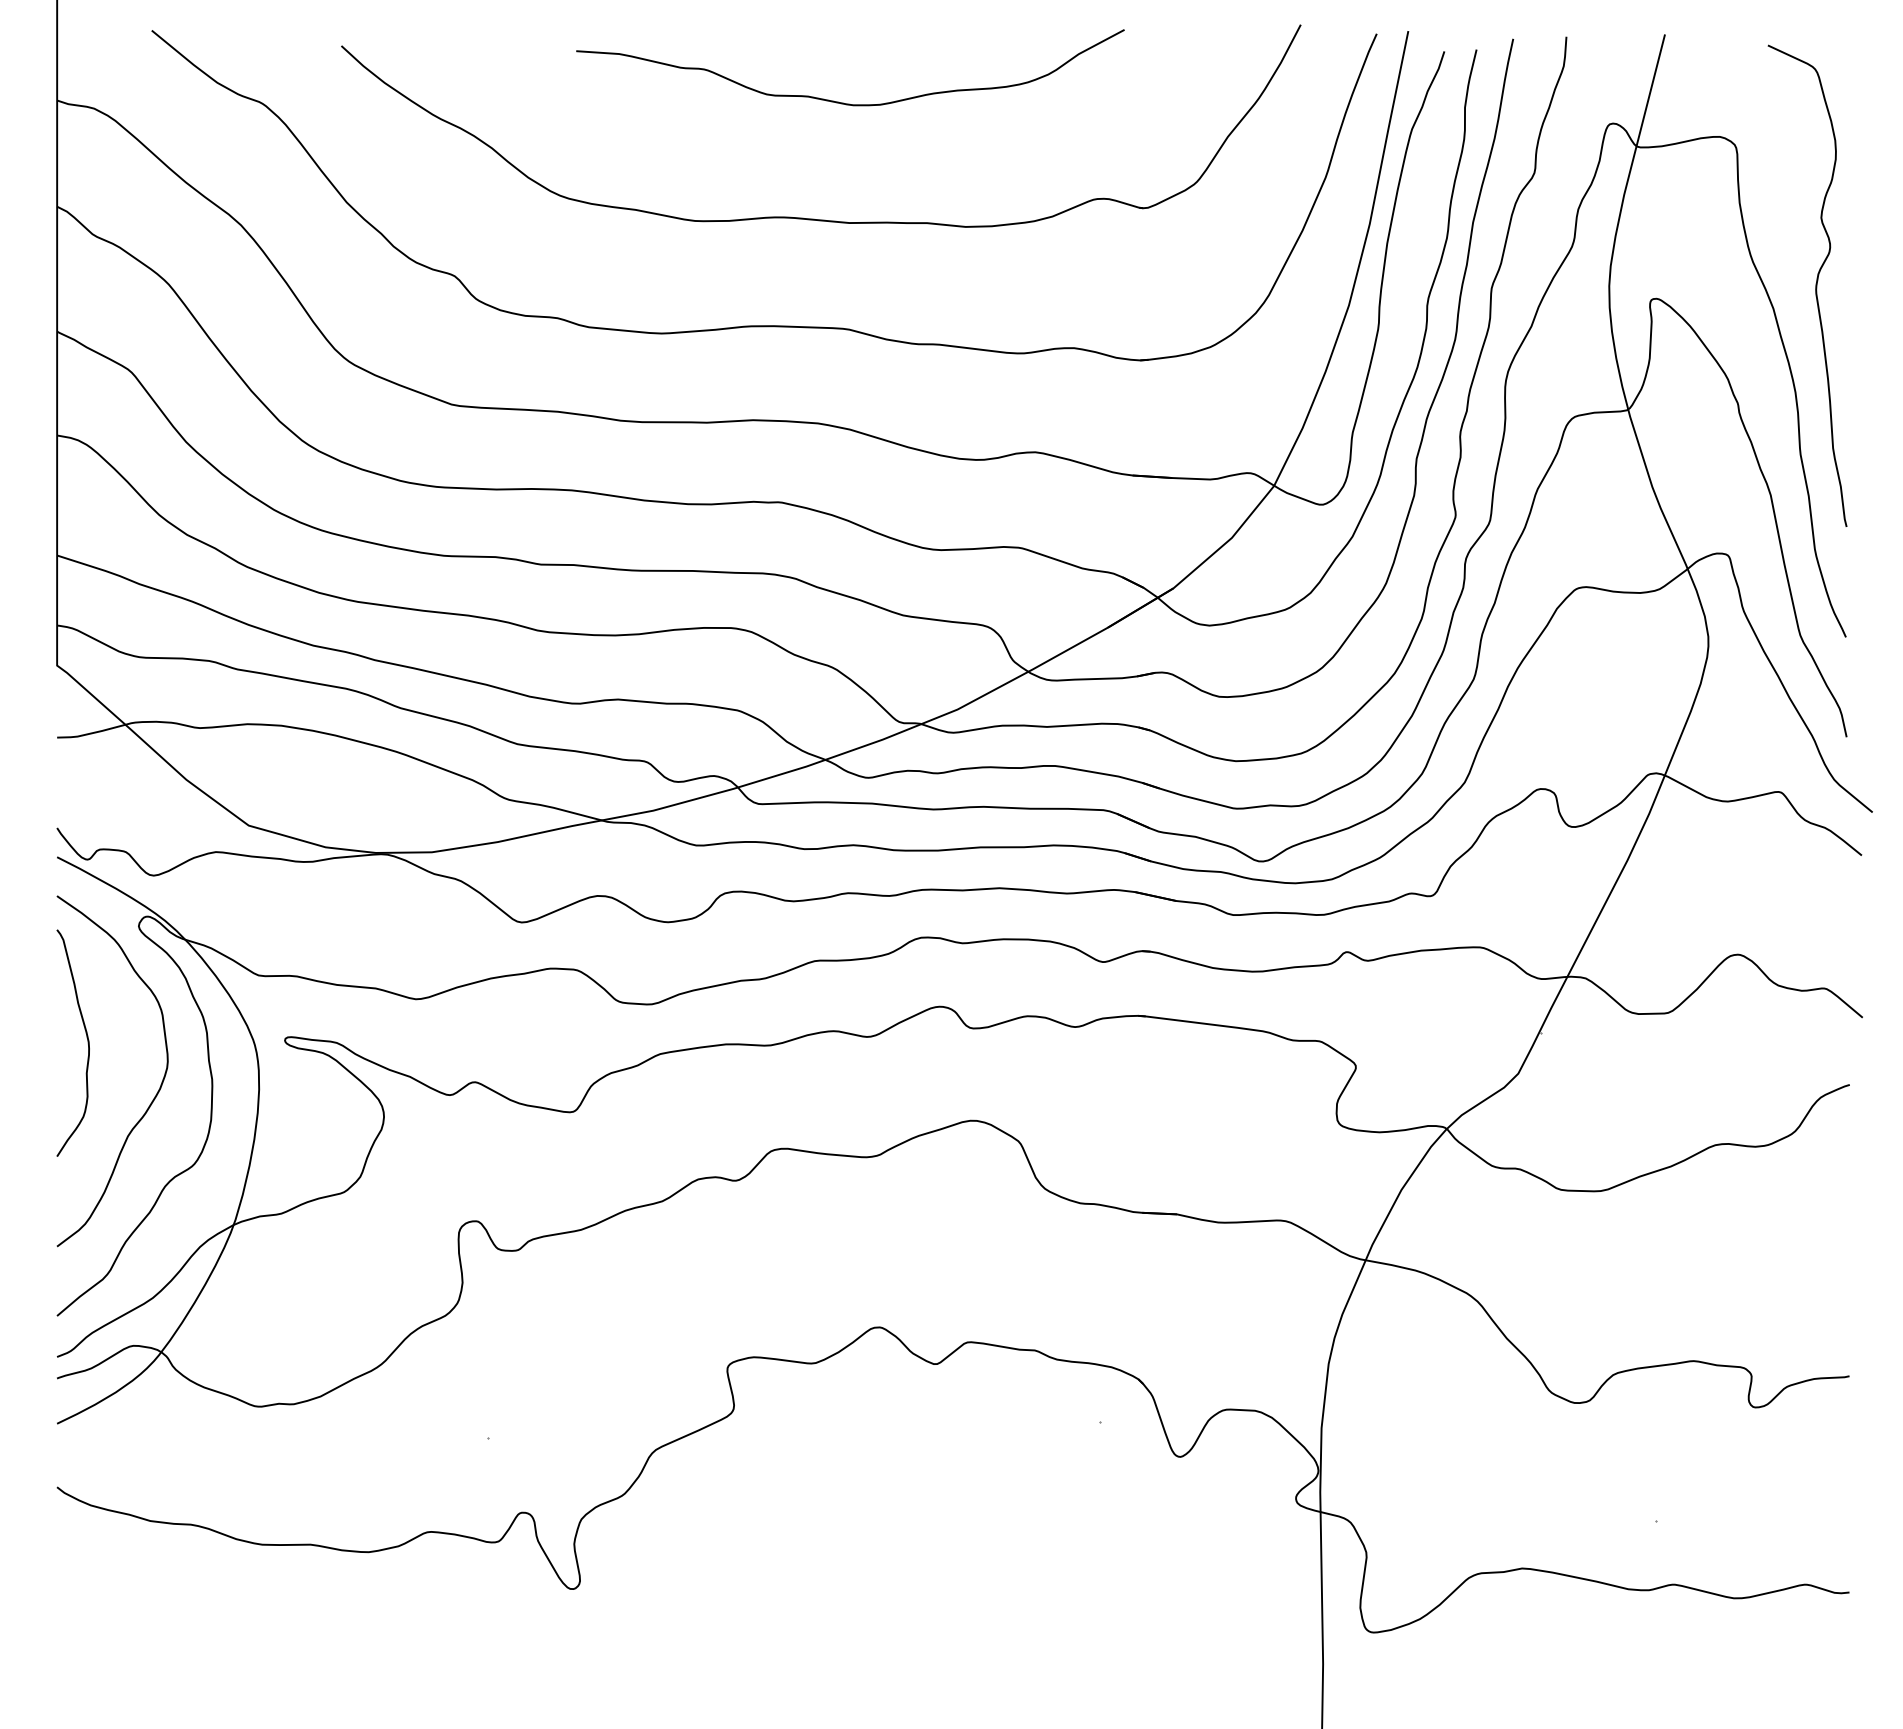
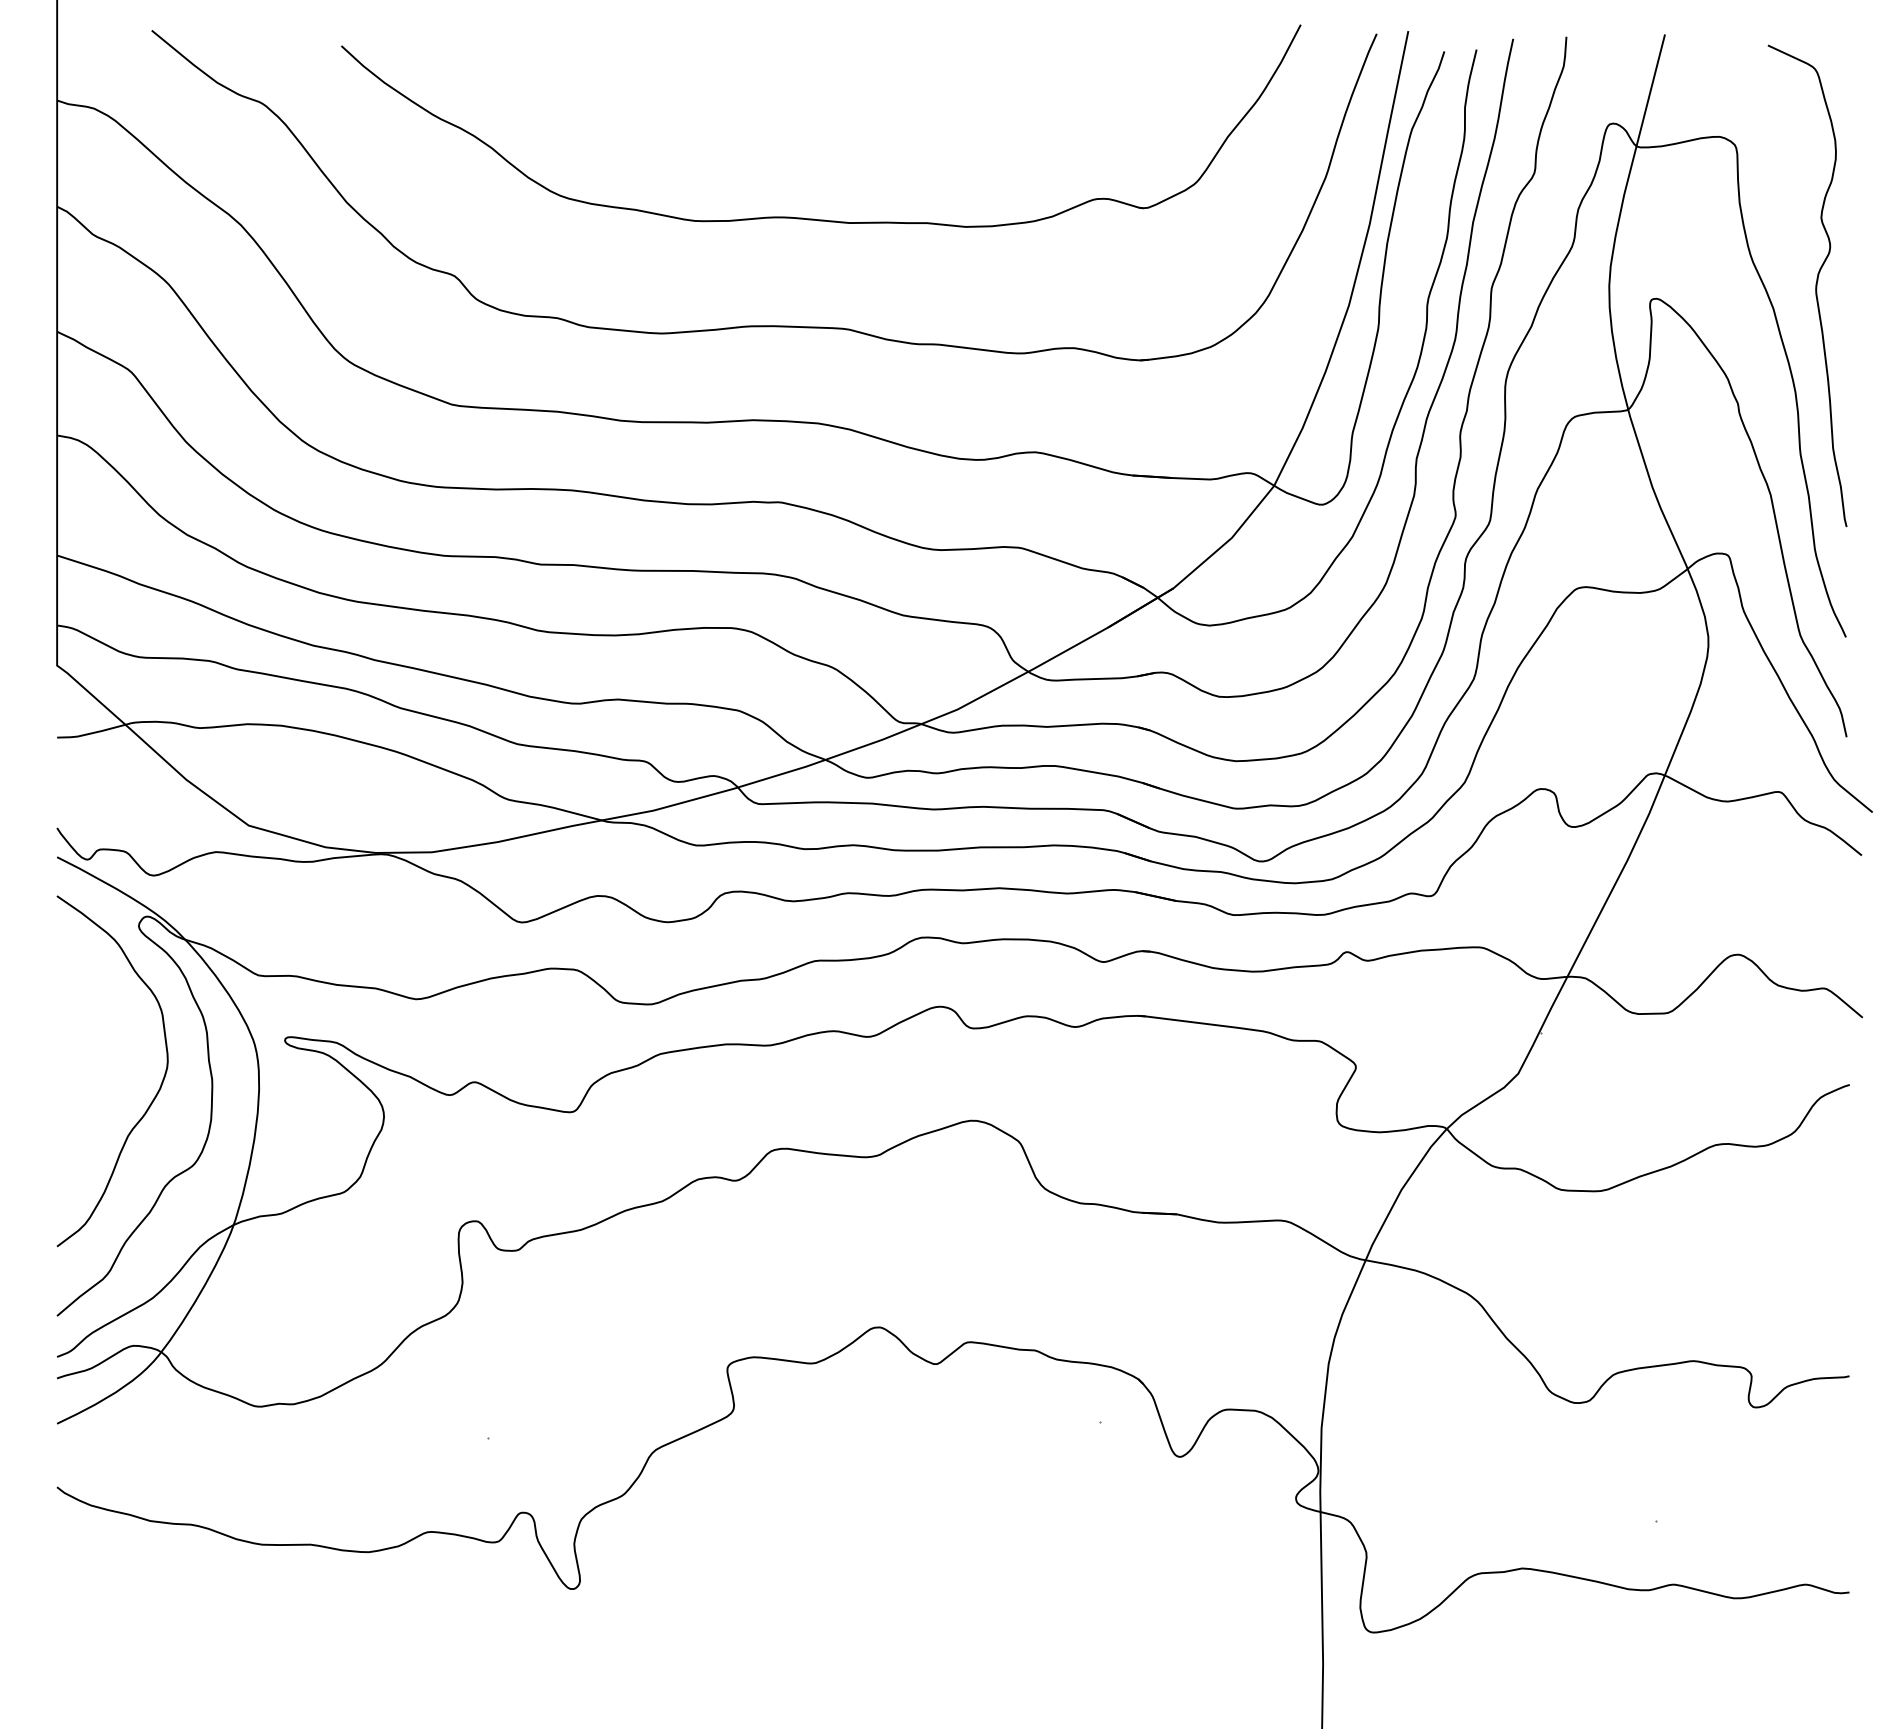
curve at (843, 102): present -> none
curve at (86, 1037): present -> none
